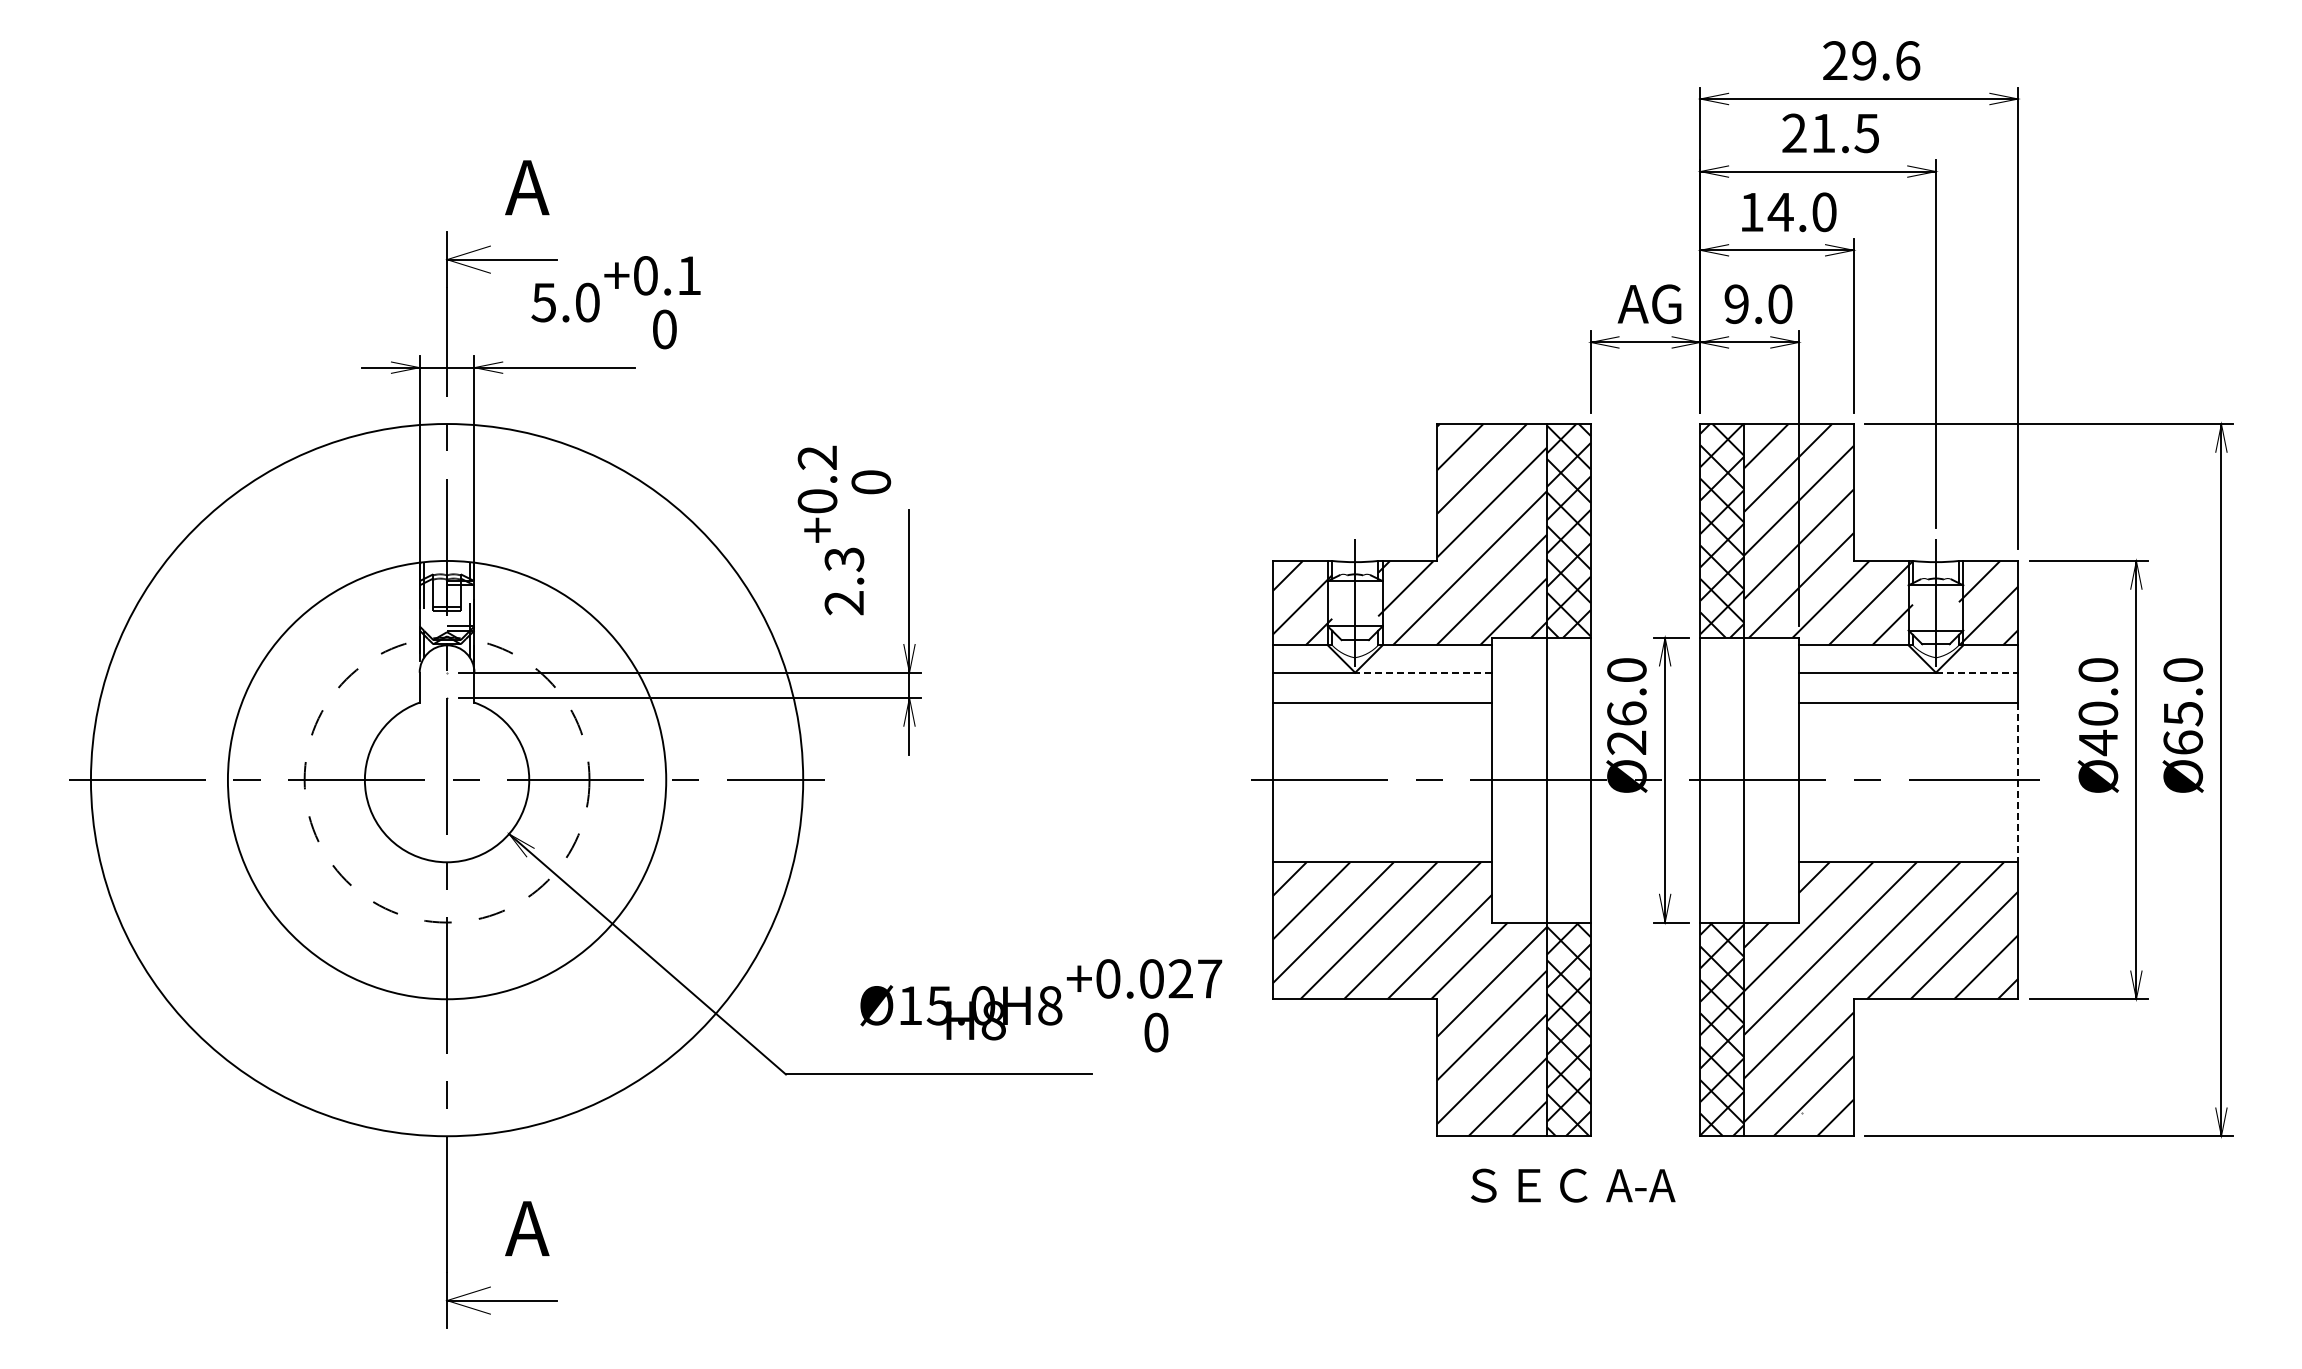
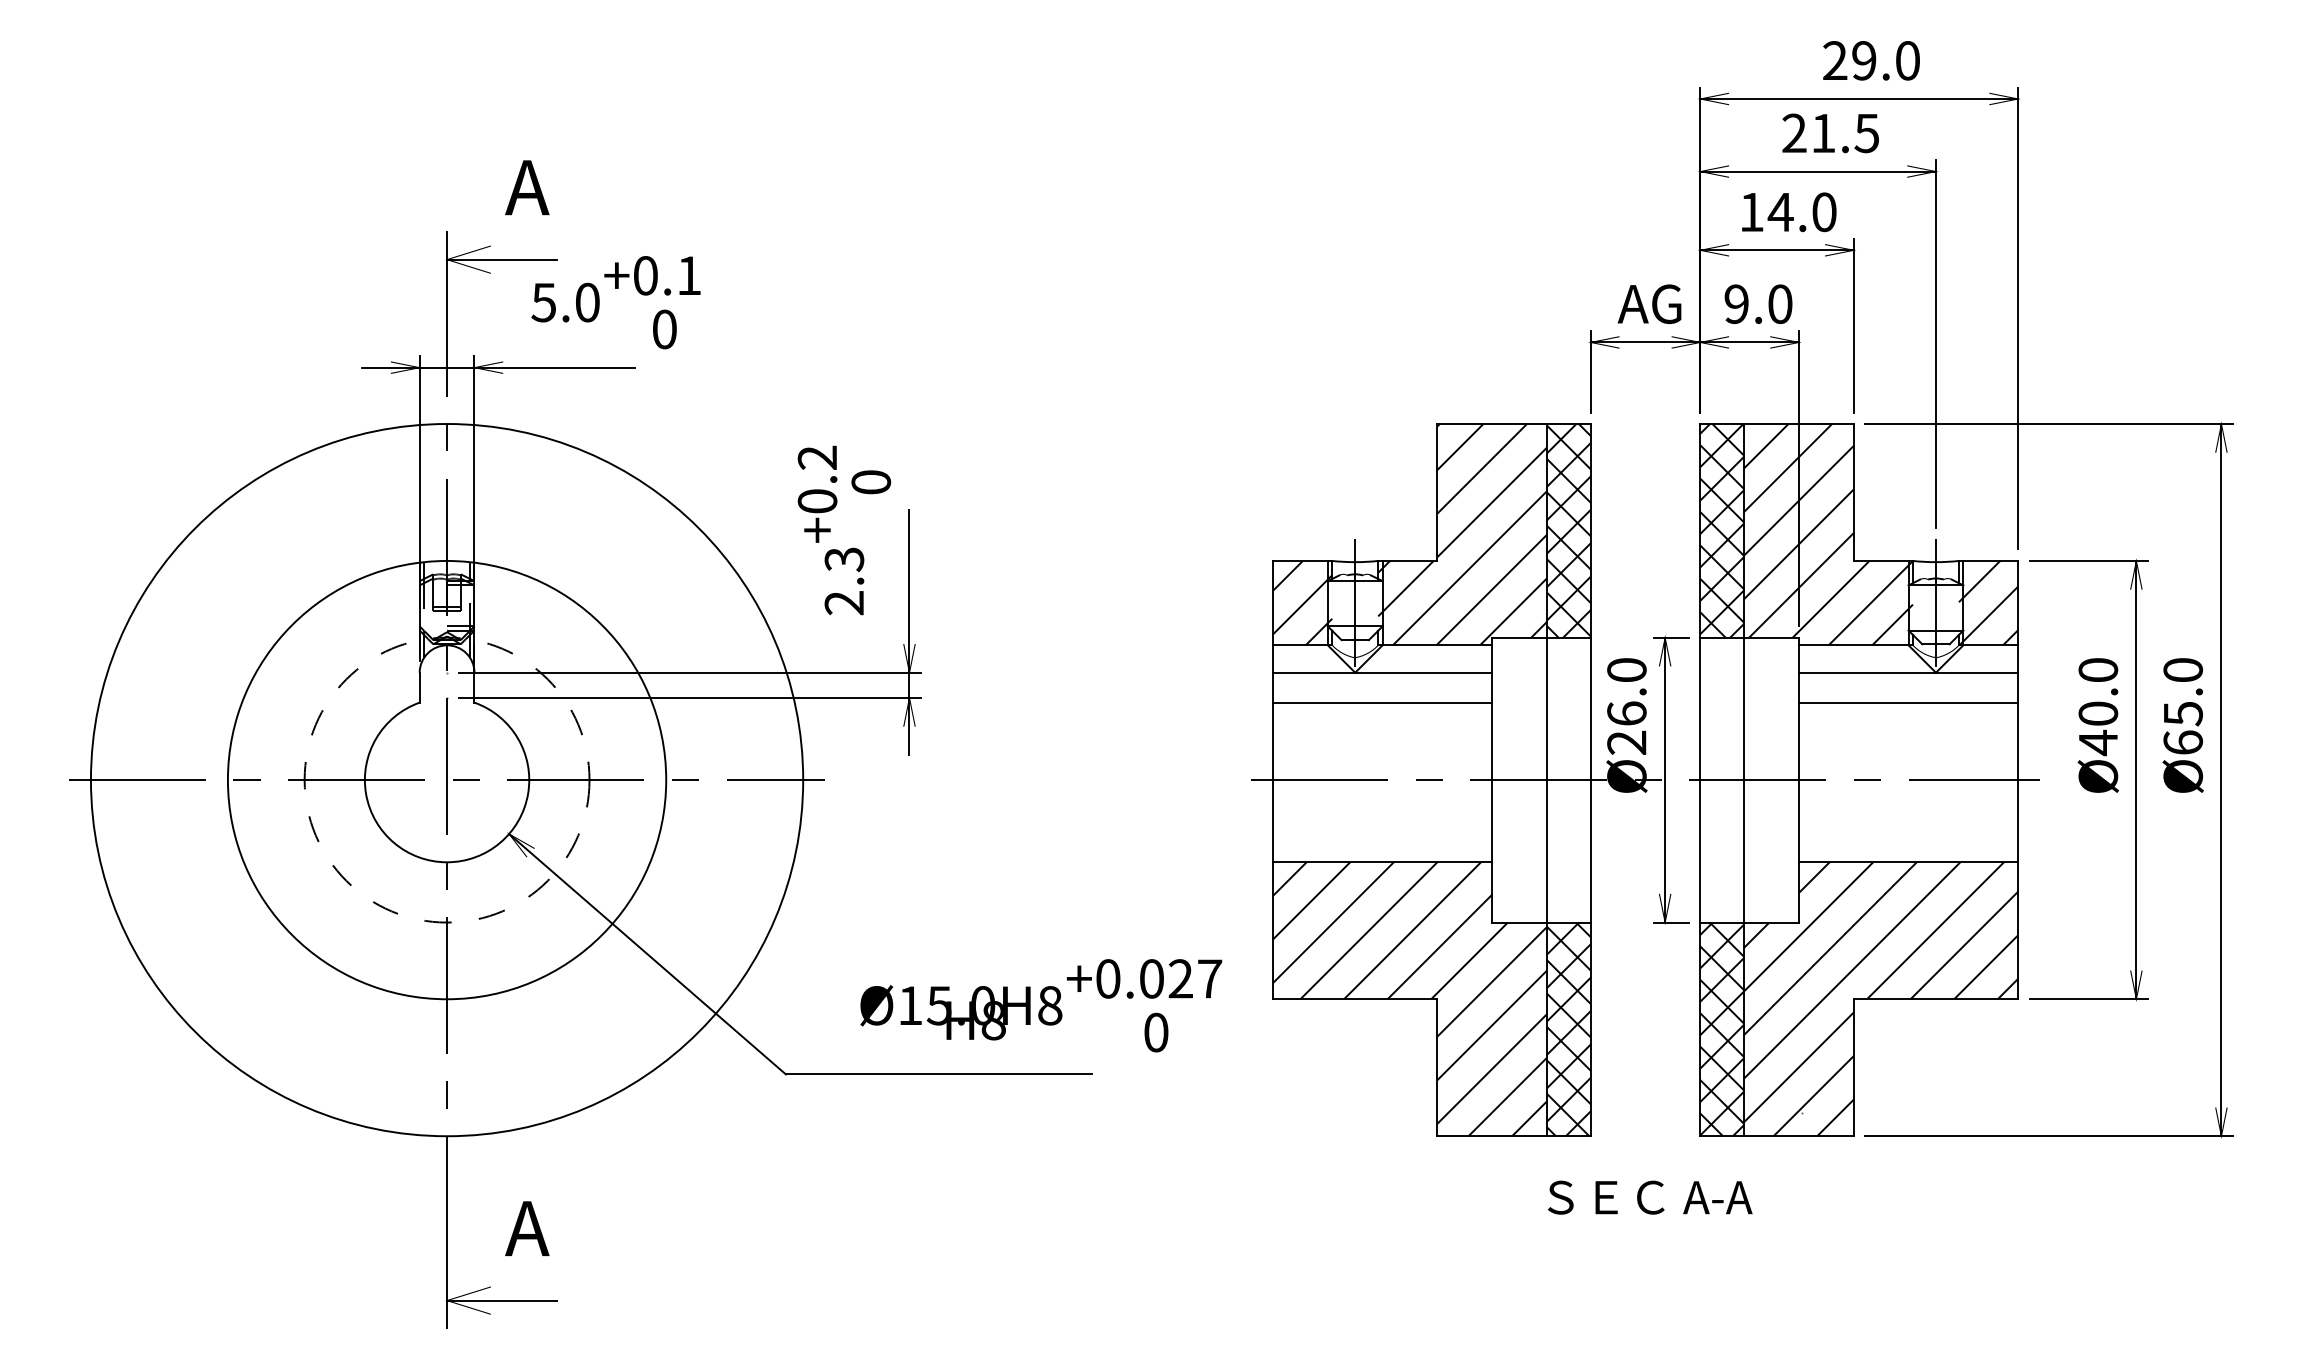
text at (1908, 60): 29.6 -> 29.0
line at (1423, 672): dashed -> solid
line at (1977, 672): dashed -> solid
line at (2018, 782): dashed -> solid
text at (1573, 1185) position: (1573, 1185) -> (1650, 1197)
